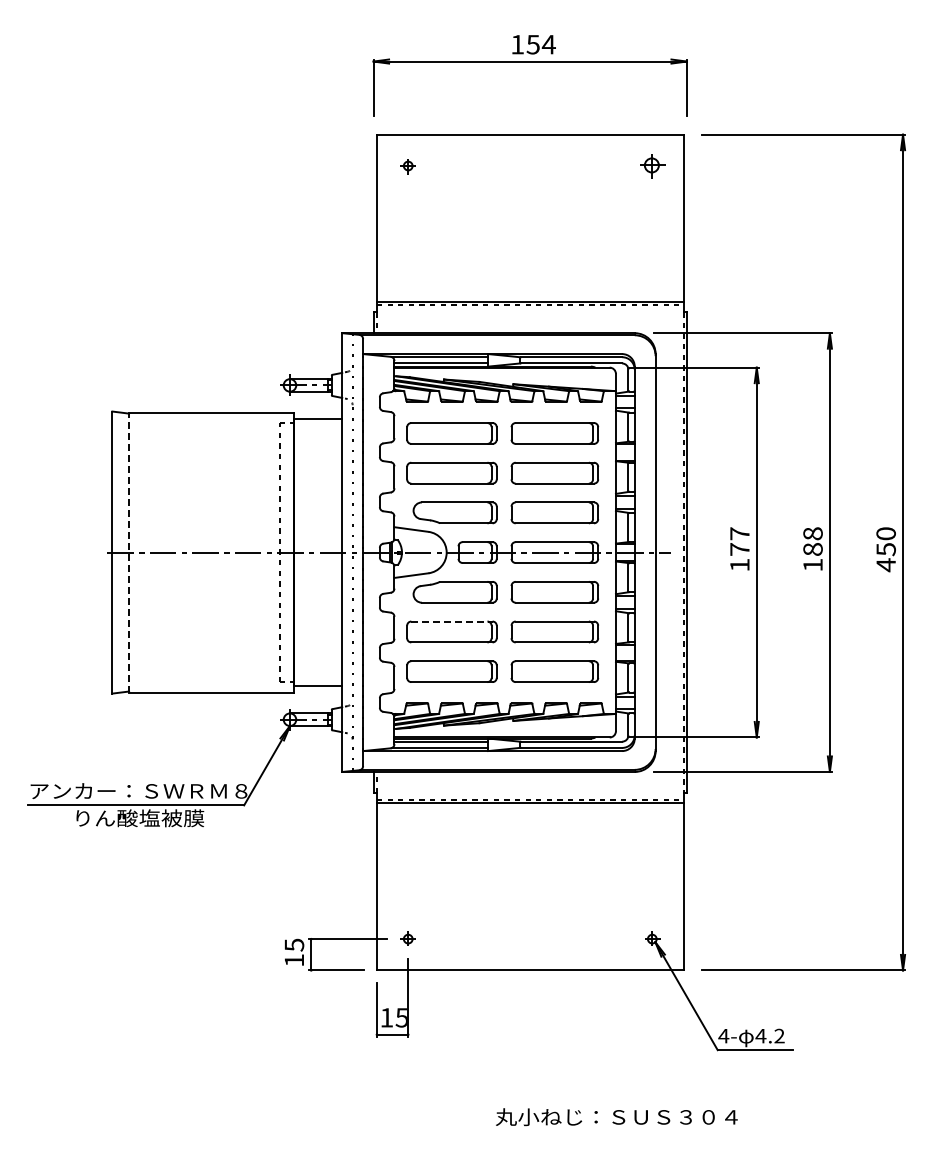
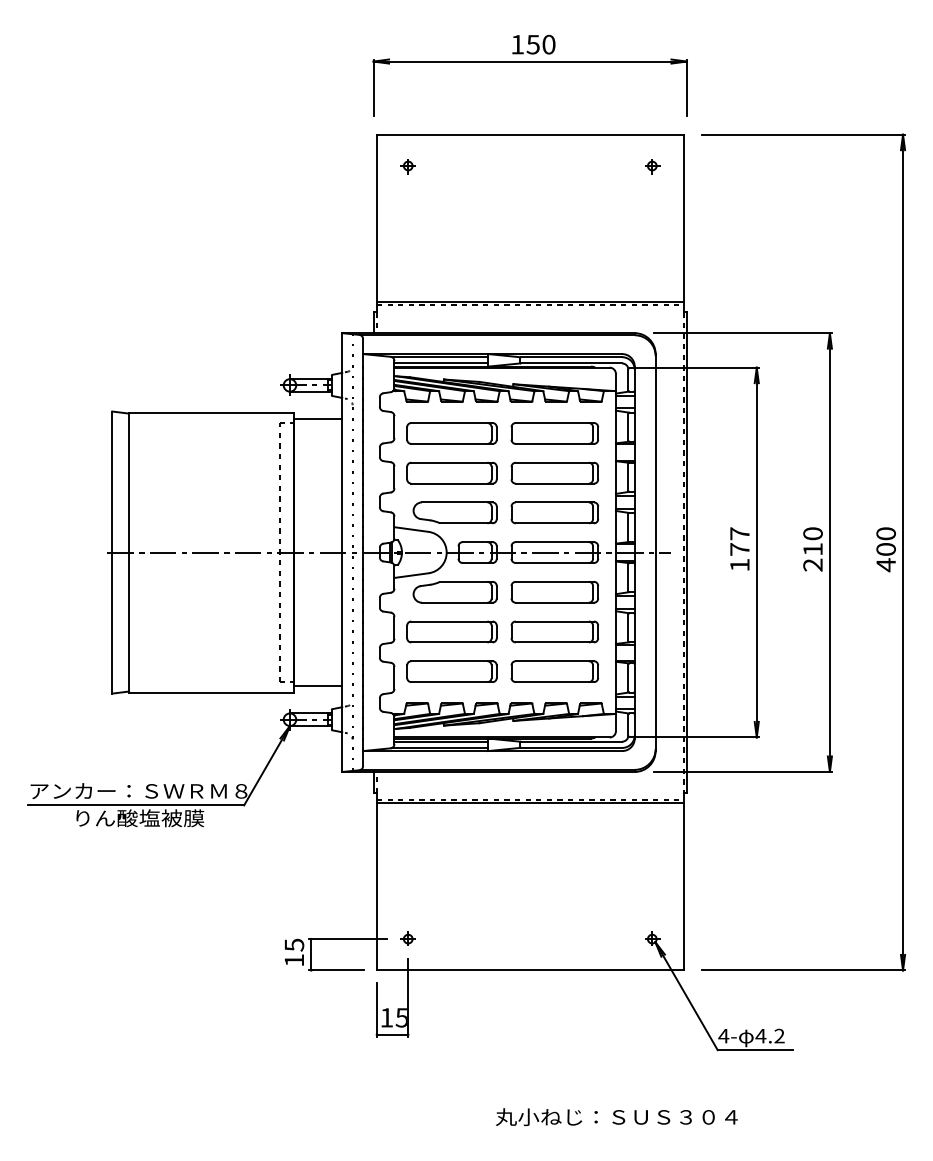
text at (548, 44): 154 -> 150
part at (652, 166) size: 26x25 px -> 16x16 px
text at (812, 549): 188 -> 210
text at (885, 549): 450 -> 400
line at (129, 552): dashed -> solid
line at (451, 621): dashed -> solid
